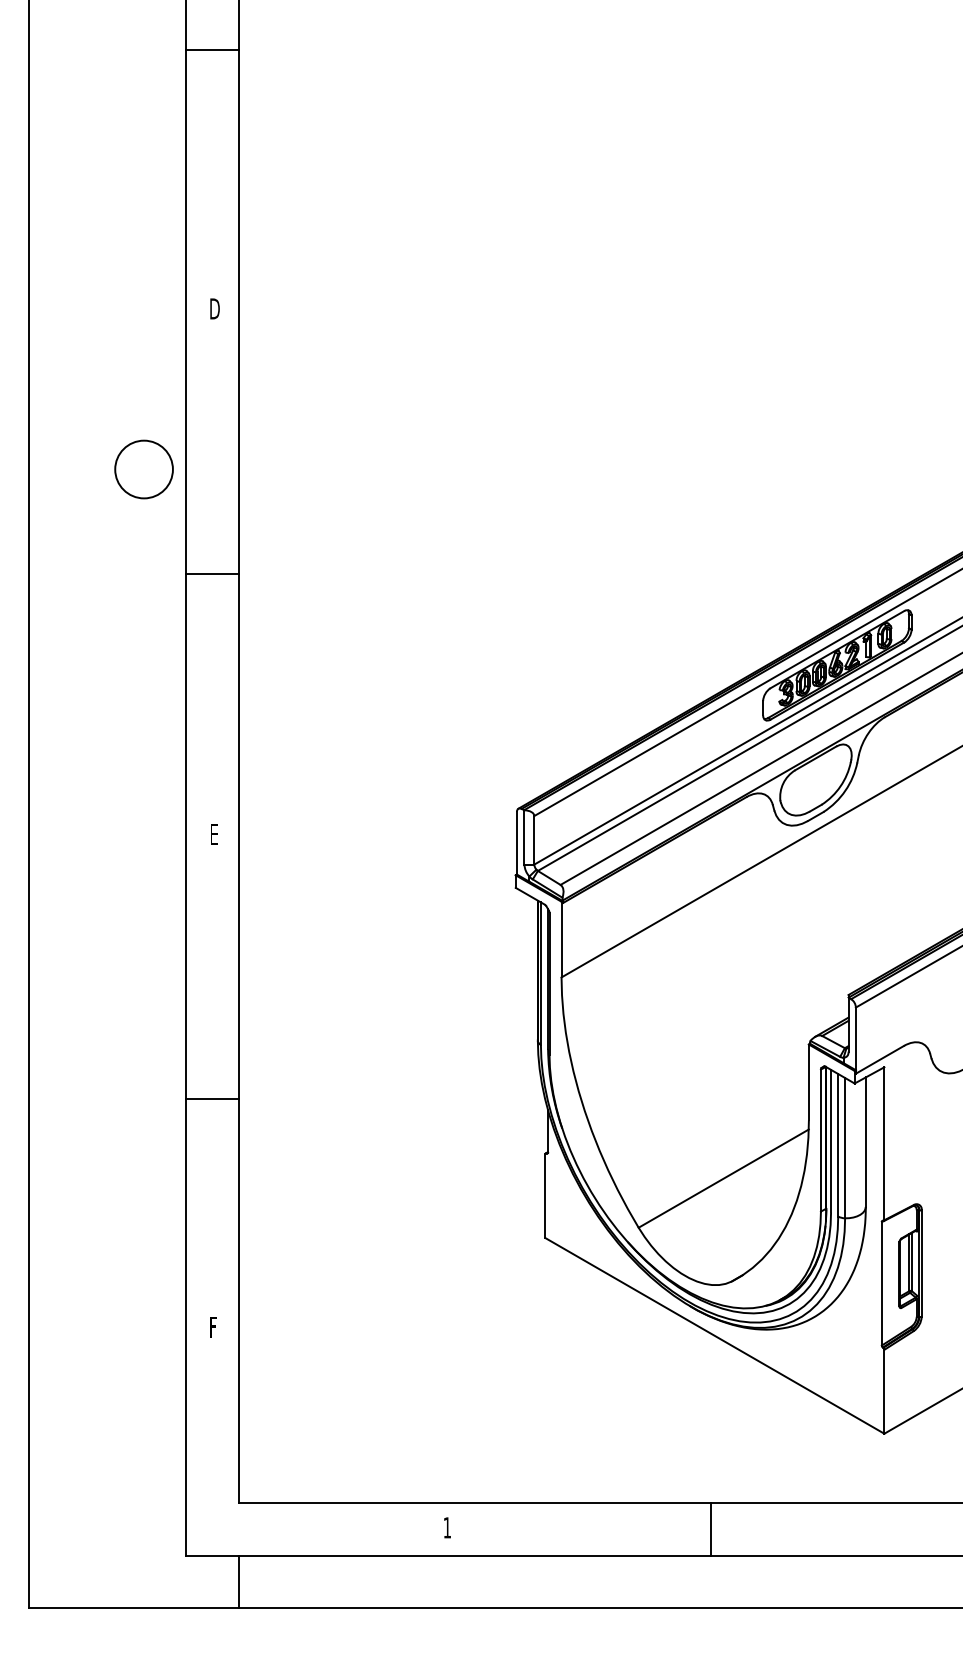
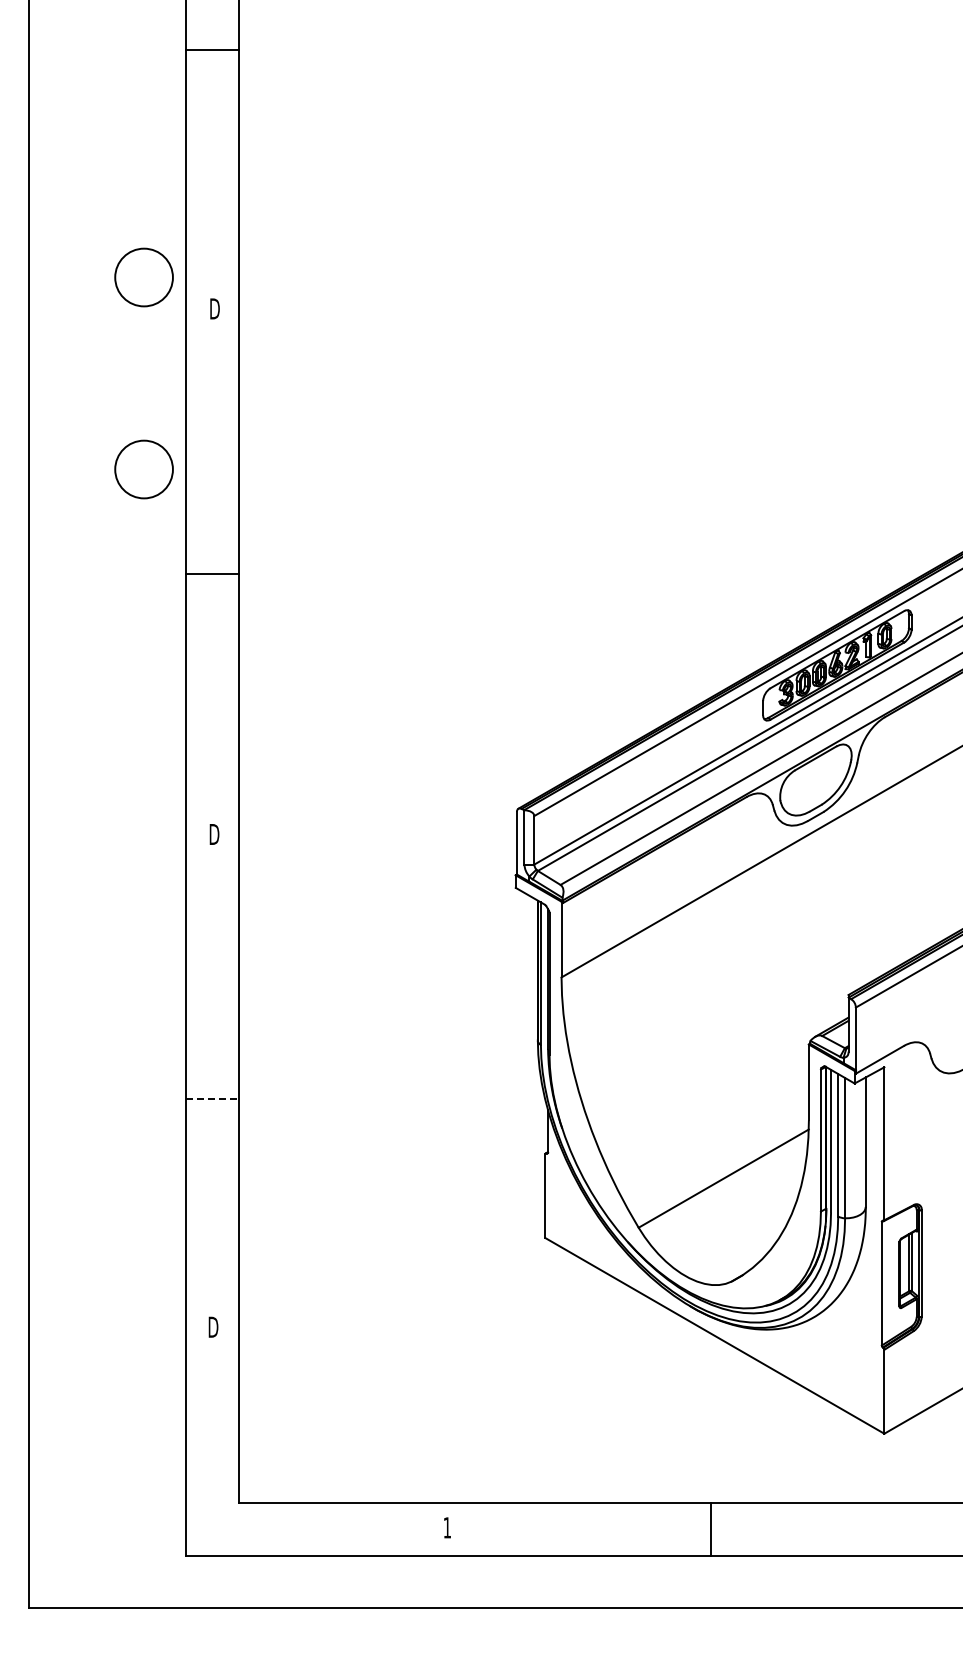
circle at (143, 277): none -> present
text at (214, 834): E -> D
line at (212, 1099): solid -> dashed
text at (213, 1326): F -> D
line at (238, 1581): present -> none
